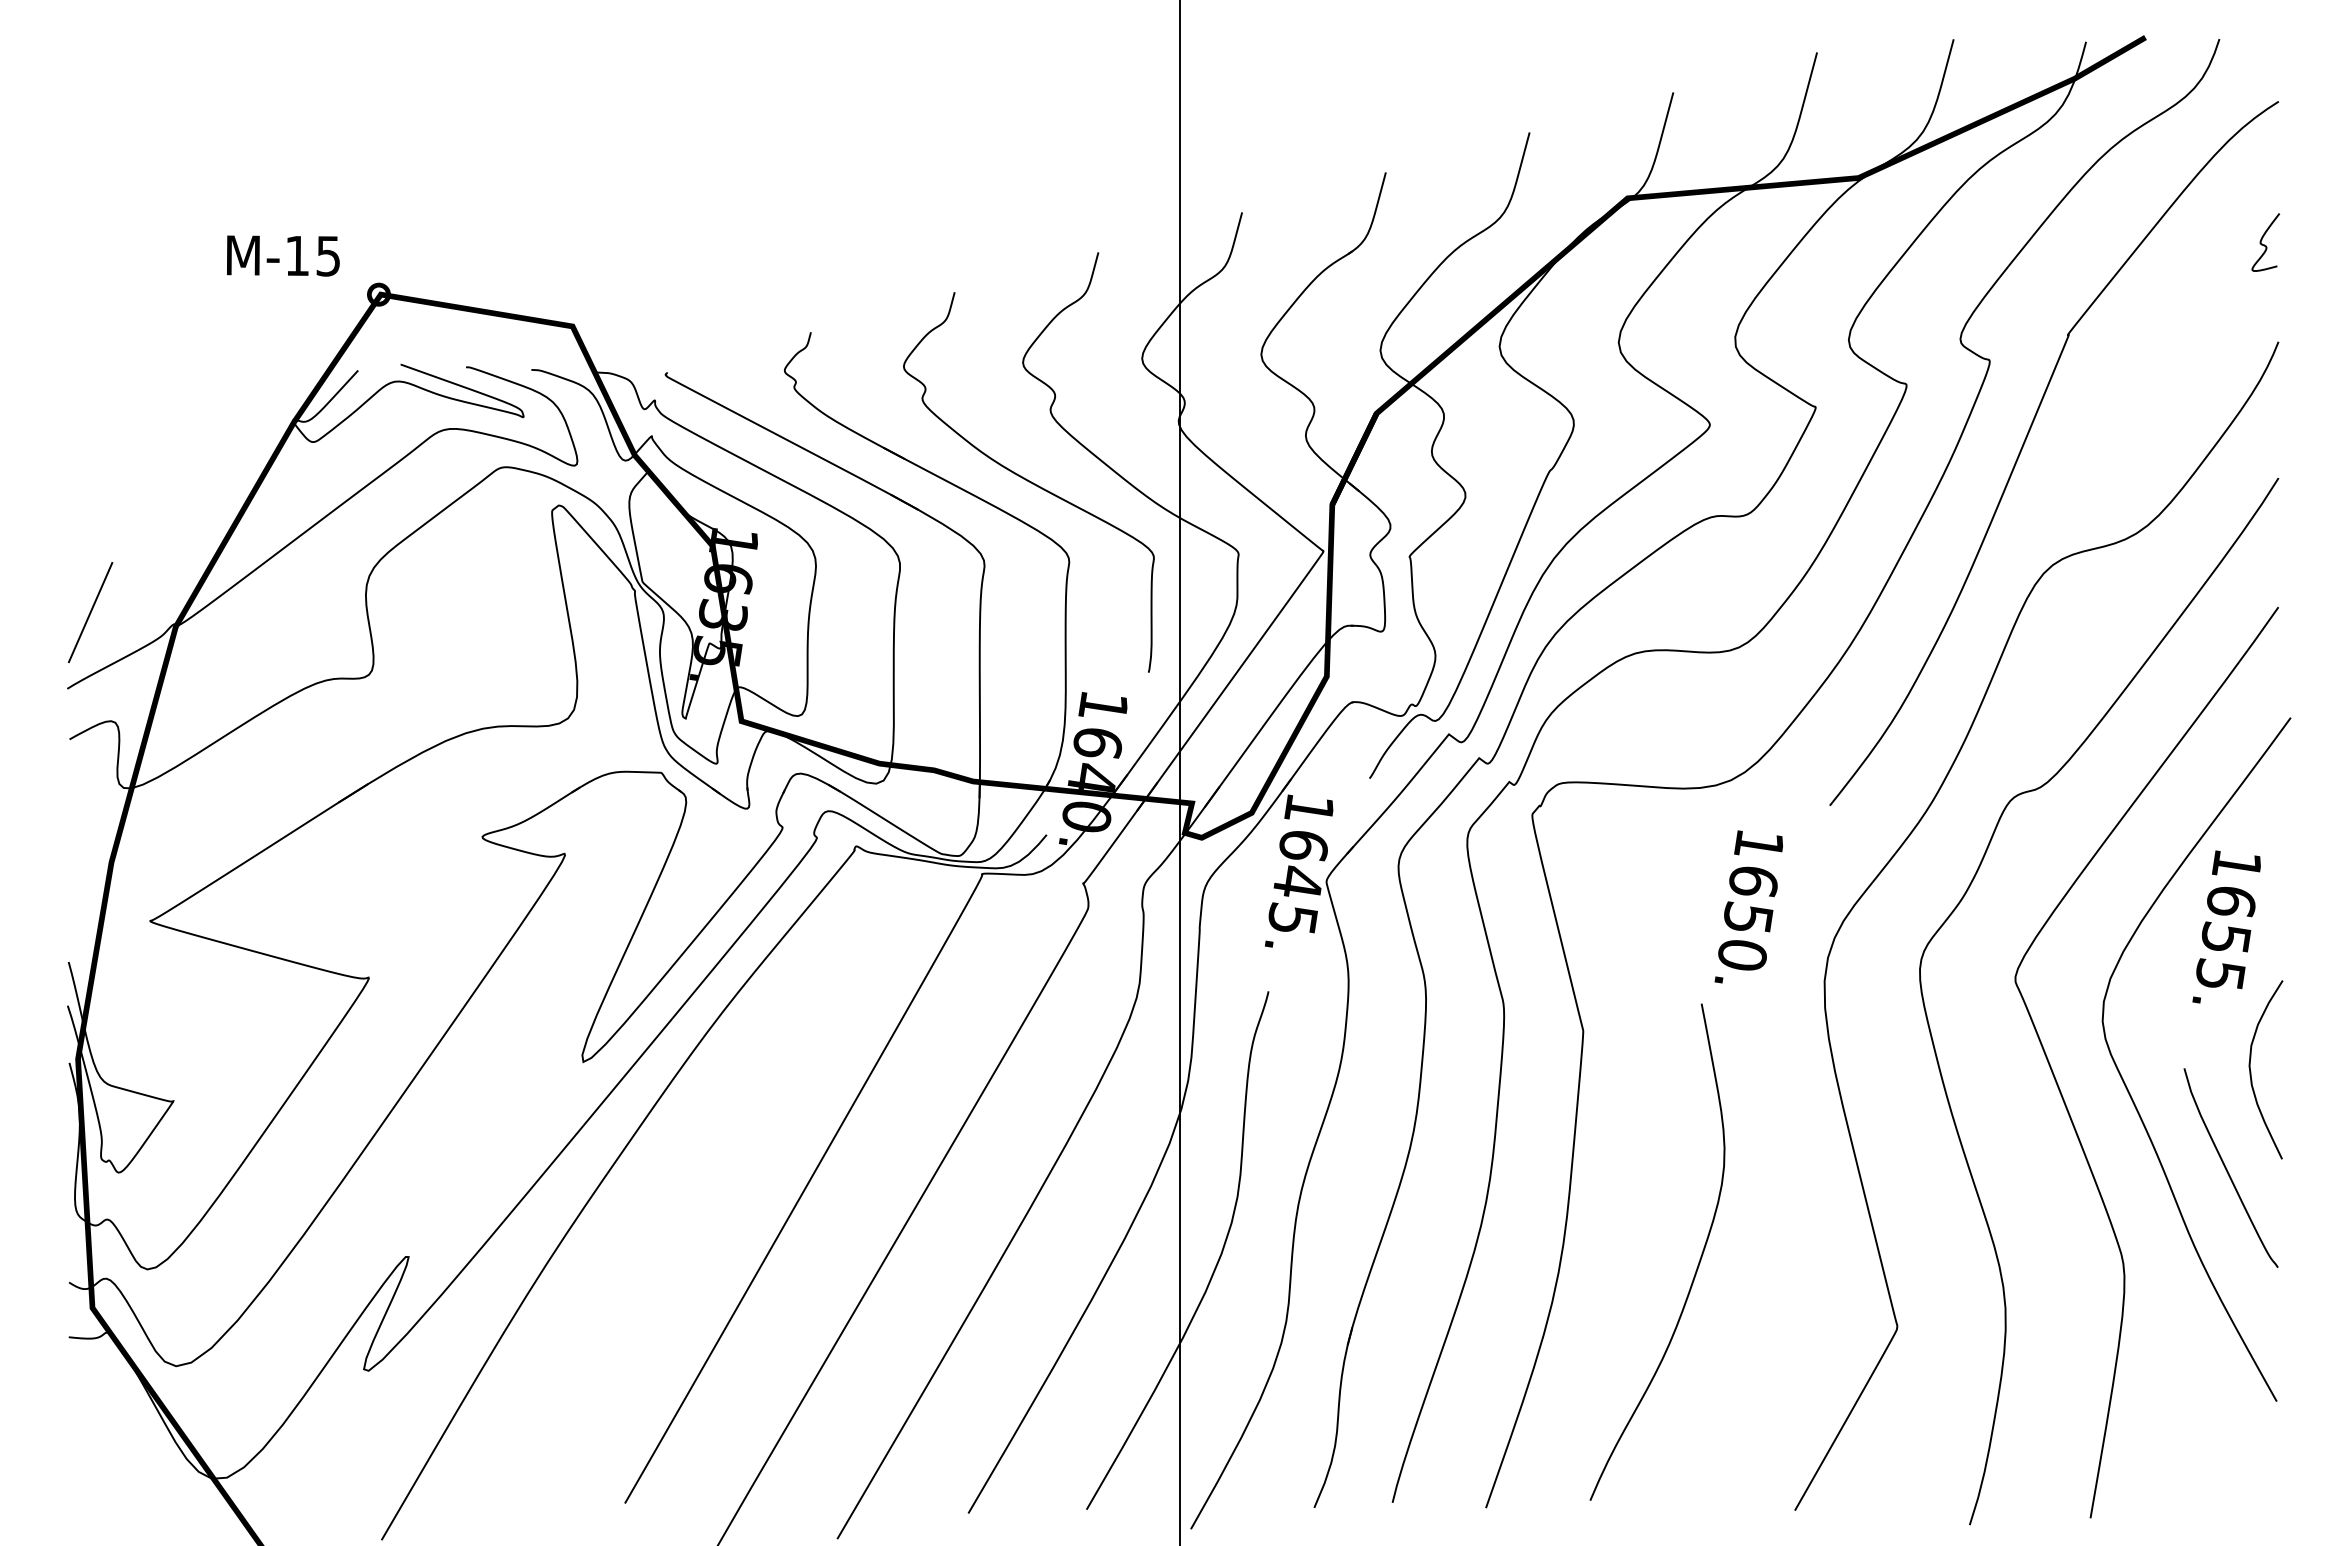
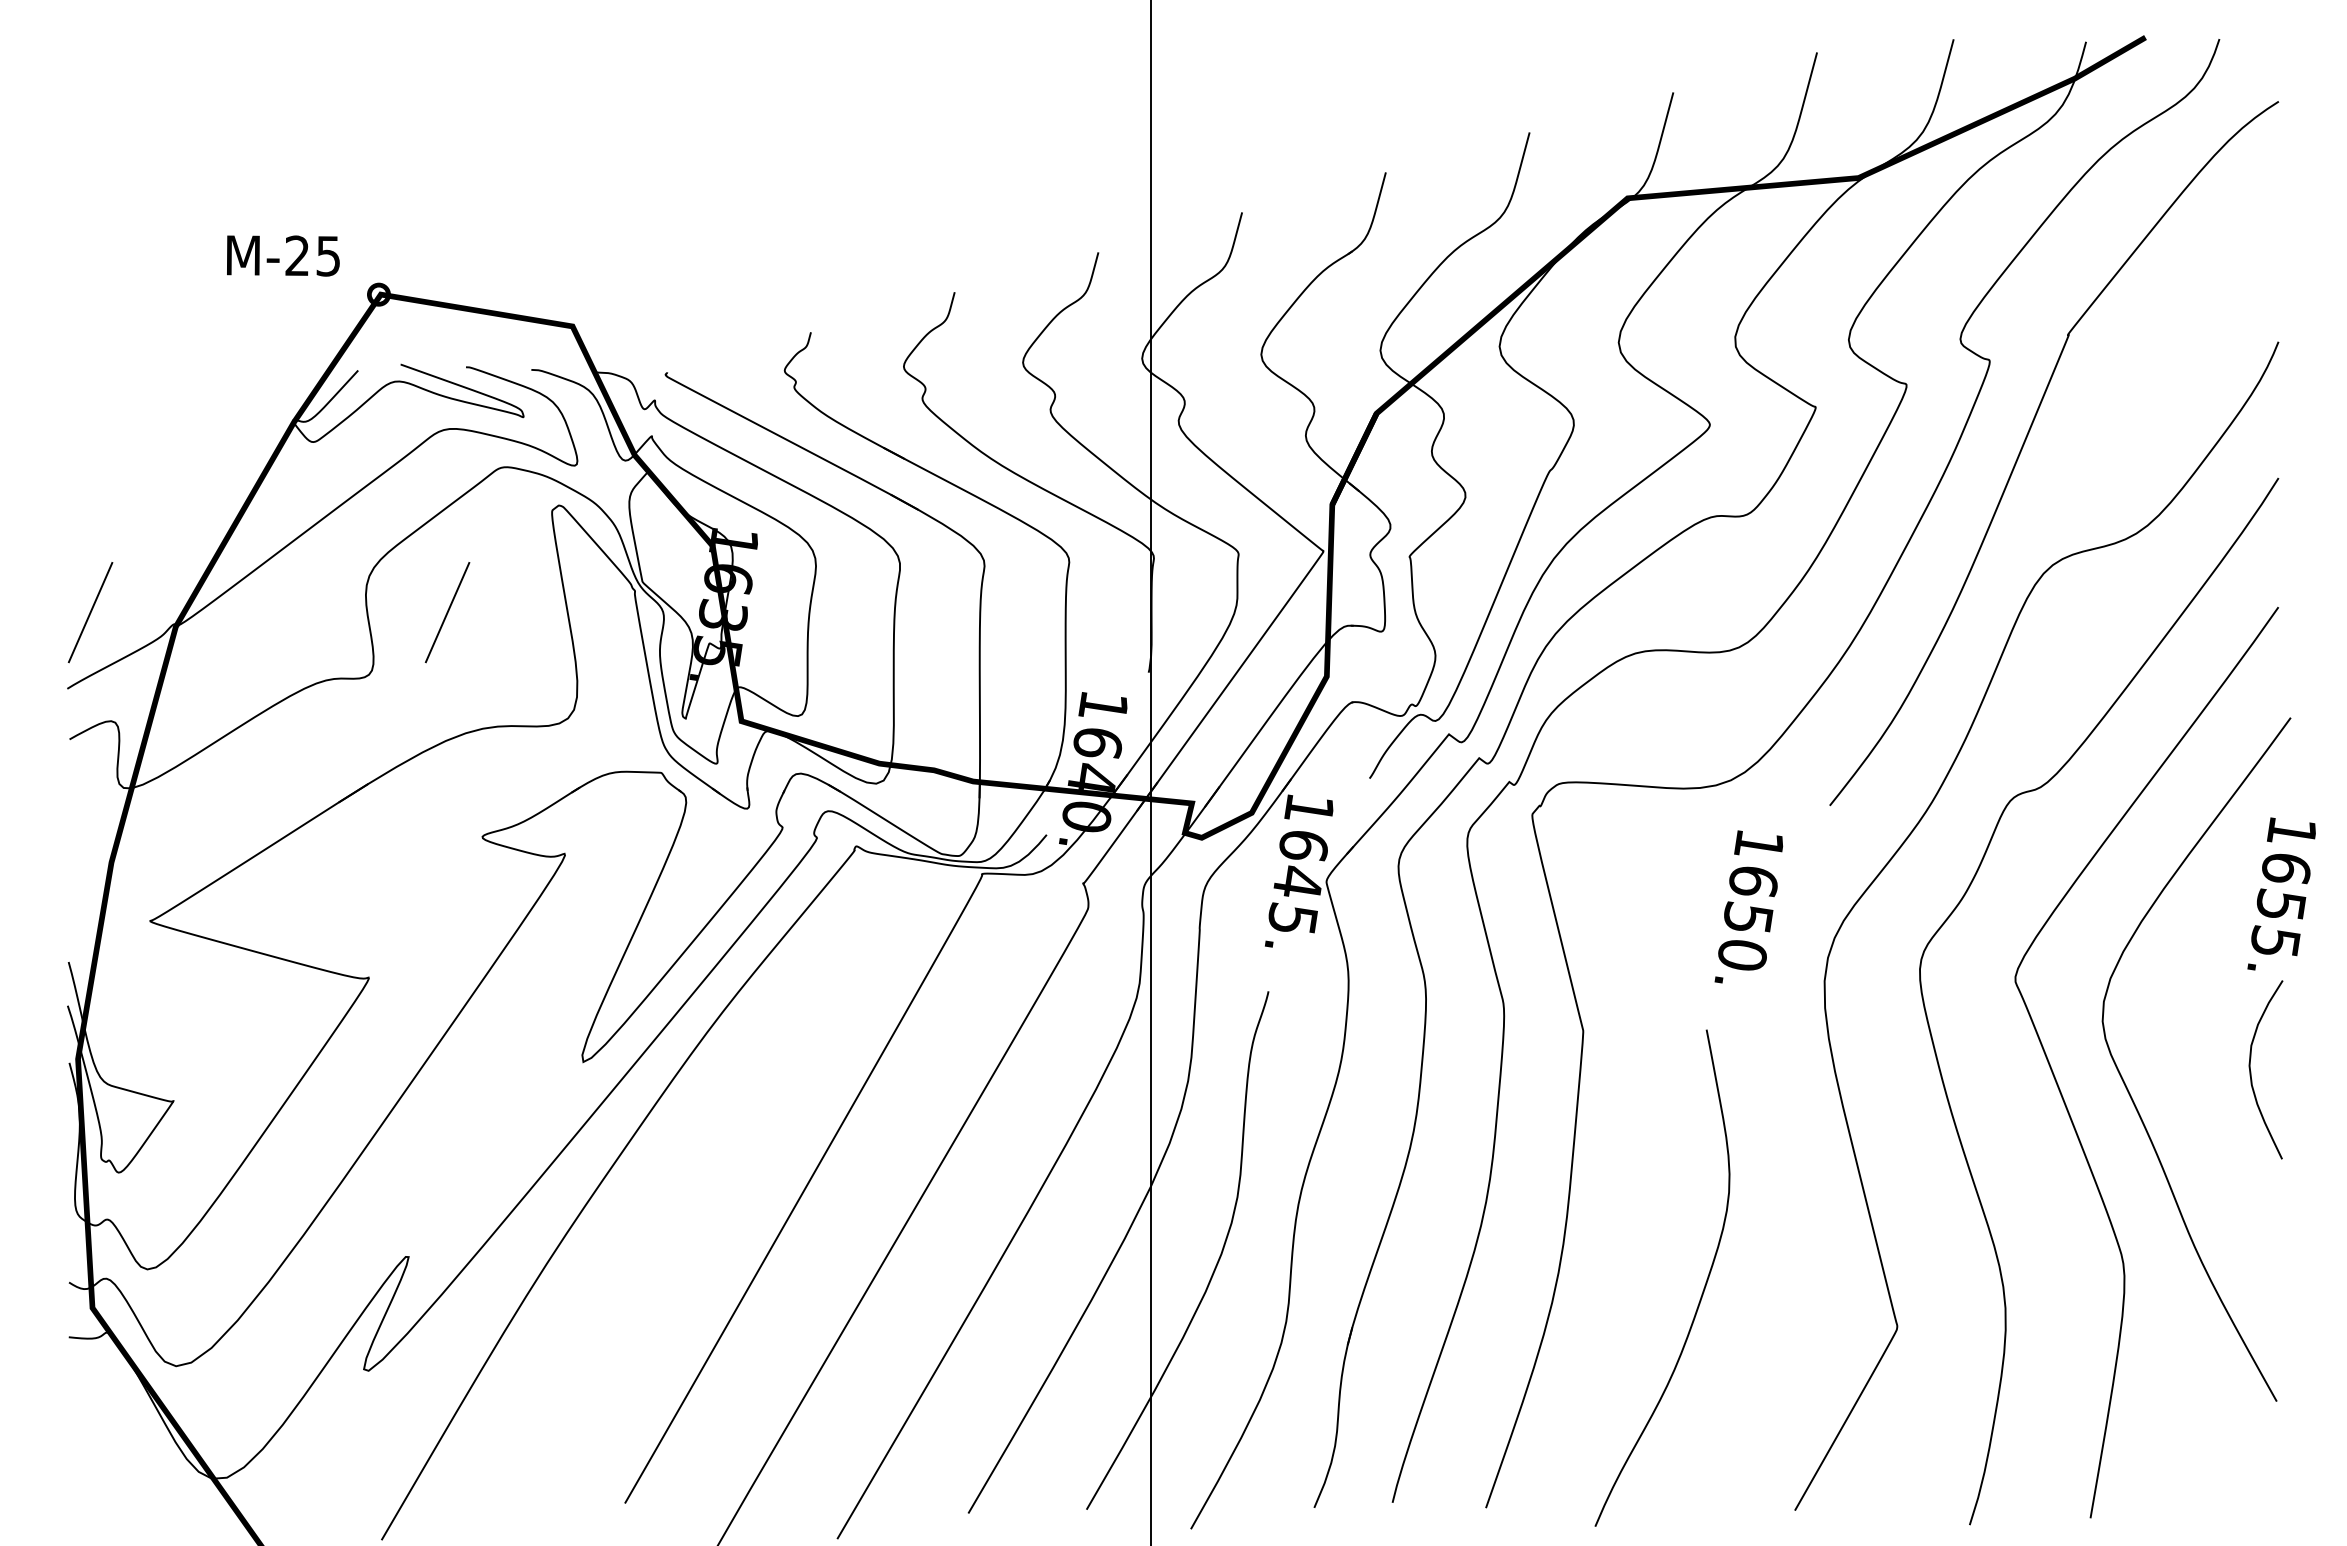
curve at (2264, 244): present -> none
text at (296, 255): M-15 -> M-25
line at (447, 612): none -> present
line at (1180, 772) position: (1180, 772) -> (1151, 772)
text at (2226, 926) position: (2226, 926) -> (2281, 893)
curve at (2227, 1169): present -> none
curve at (1697, 1265) position: (1697, 1265) -> (1702, 1291)
